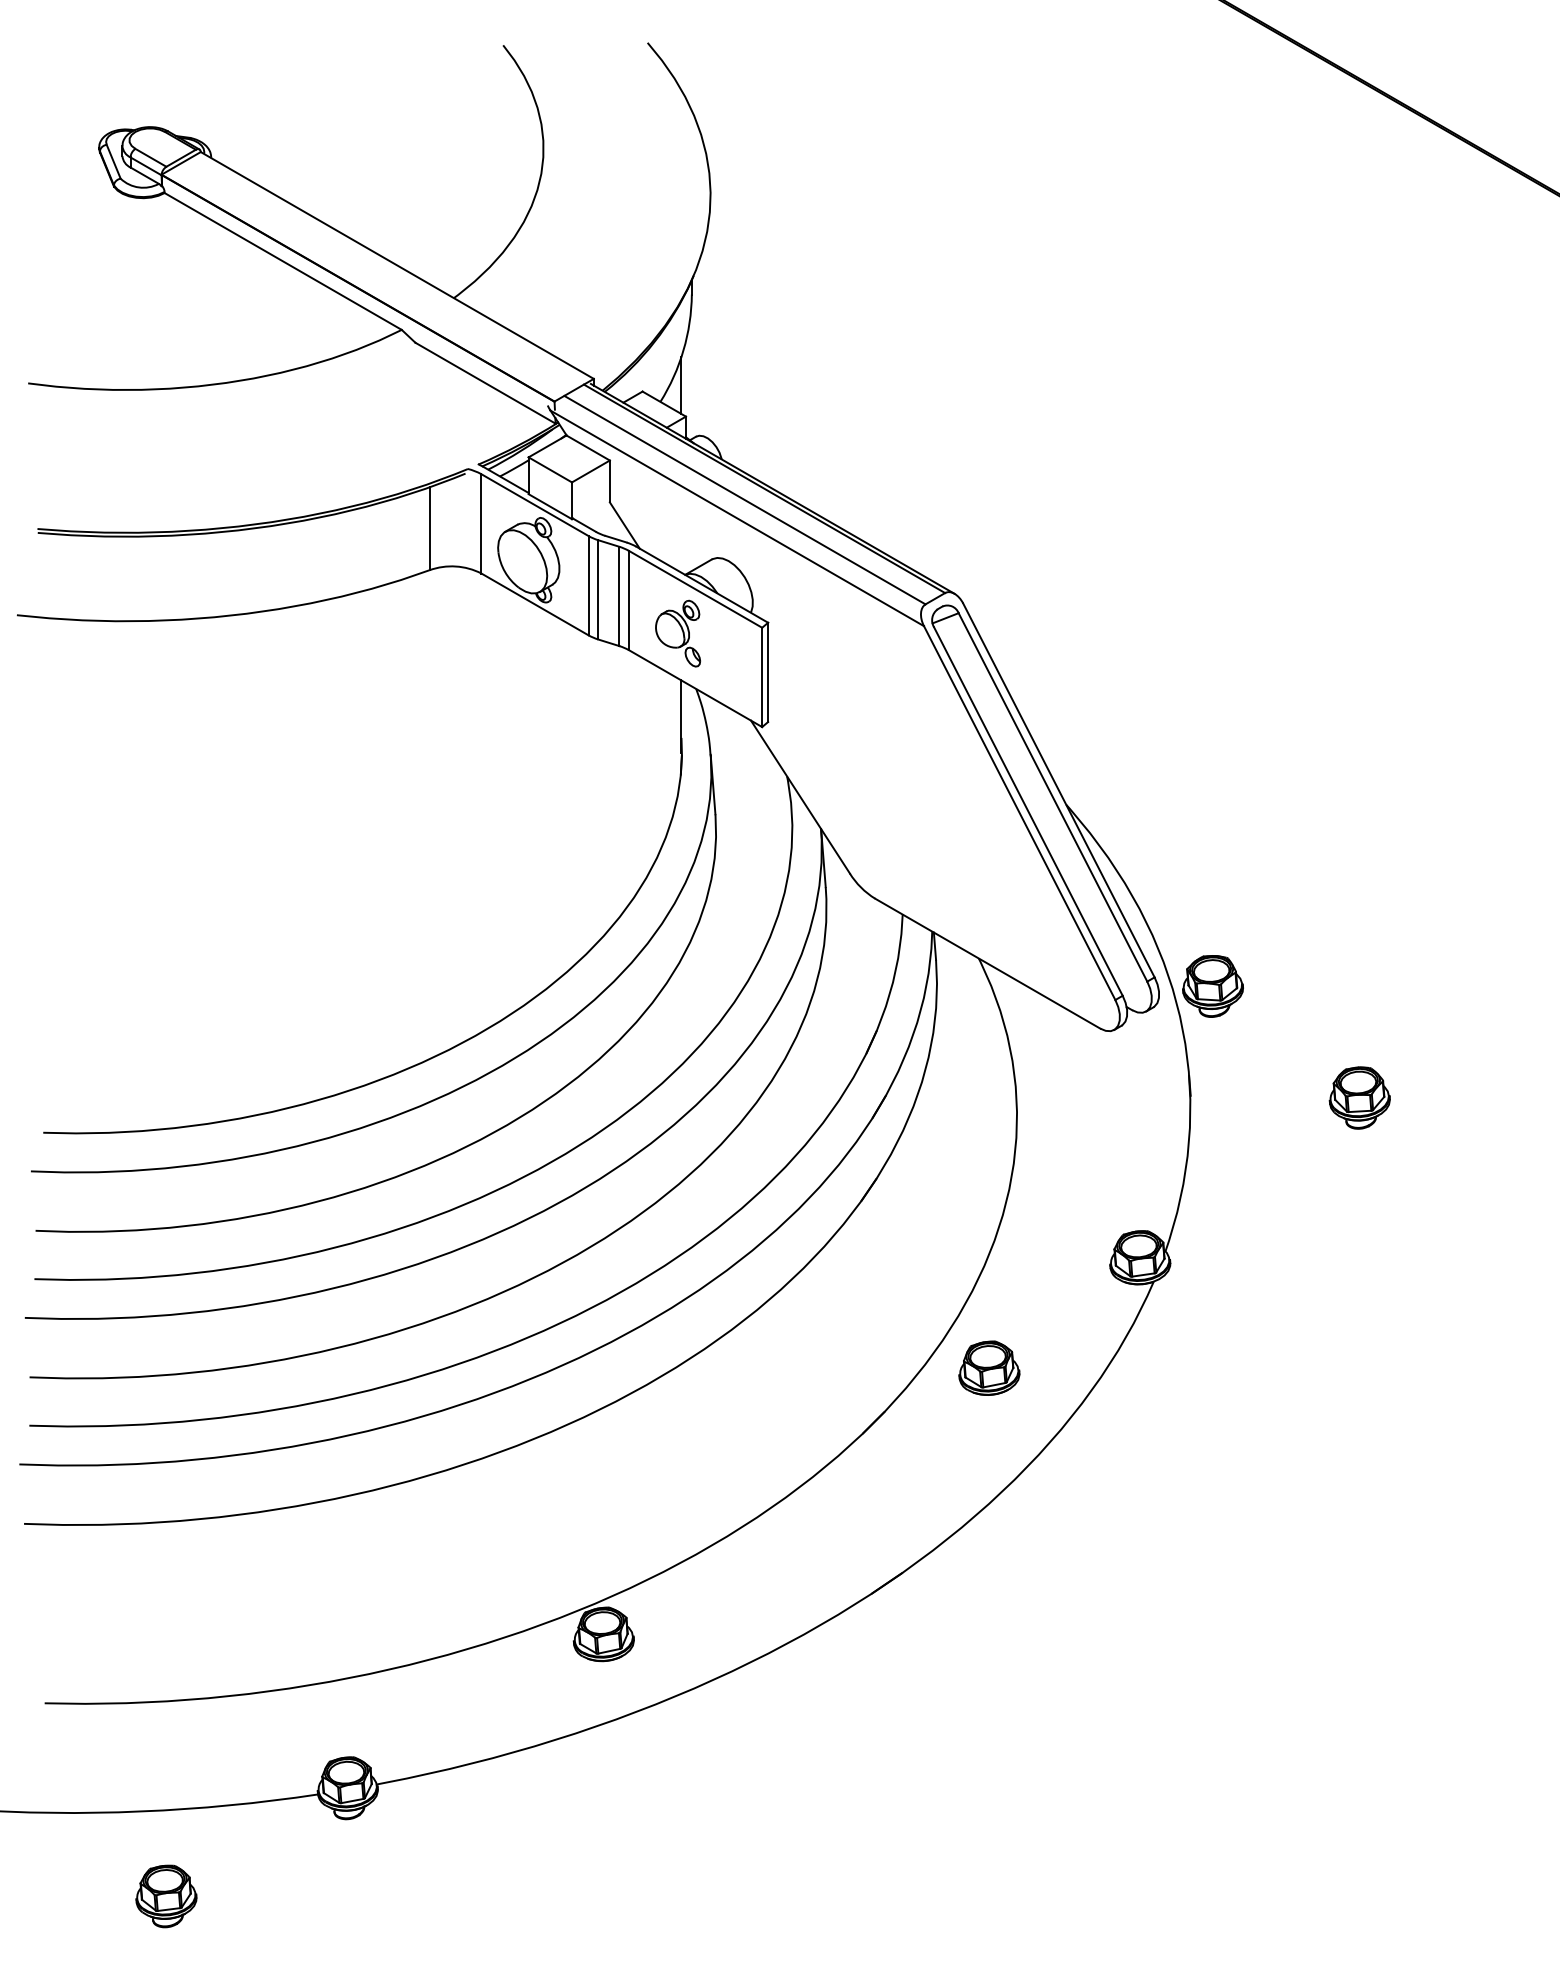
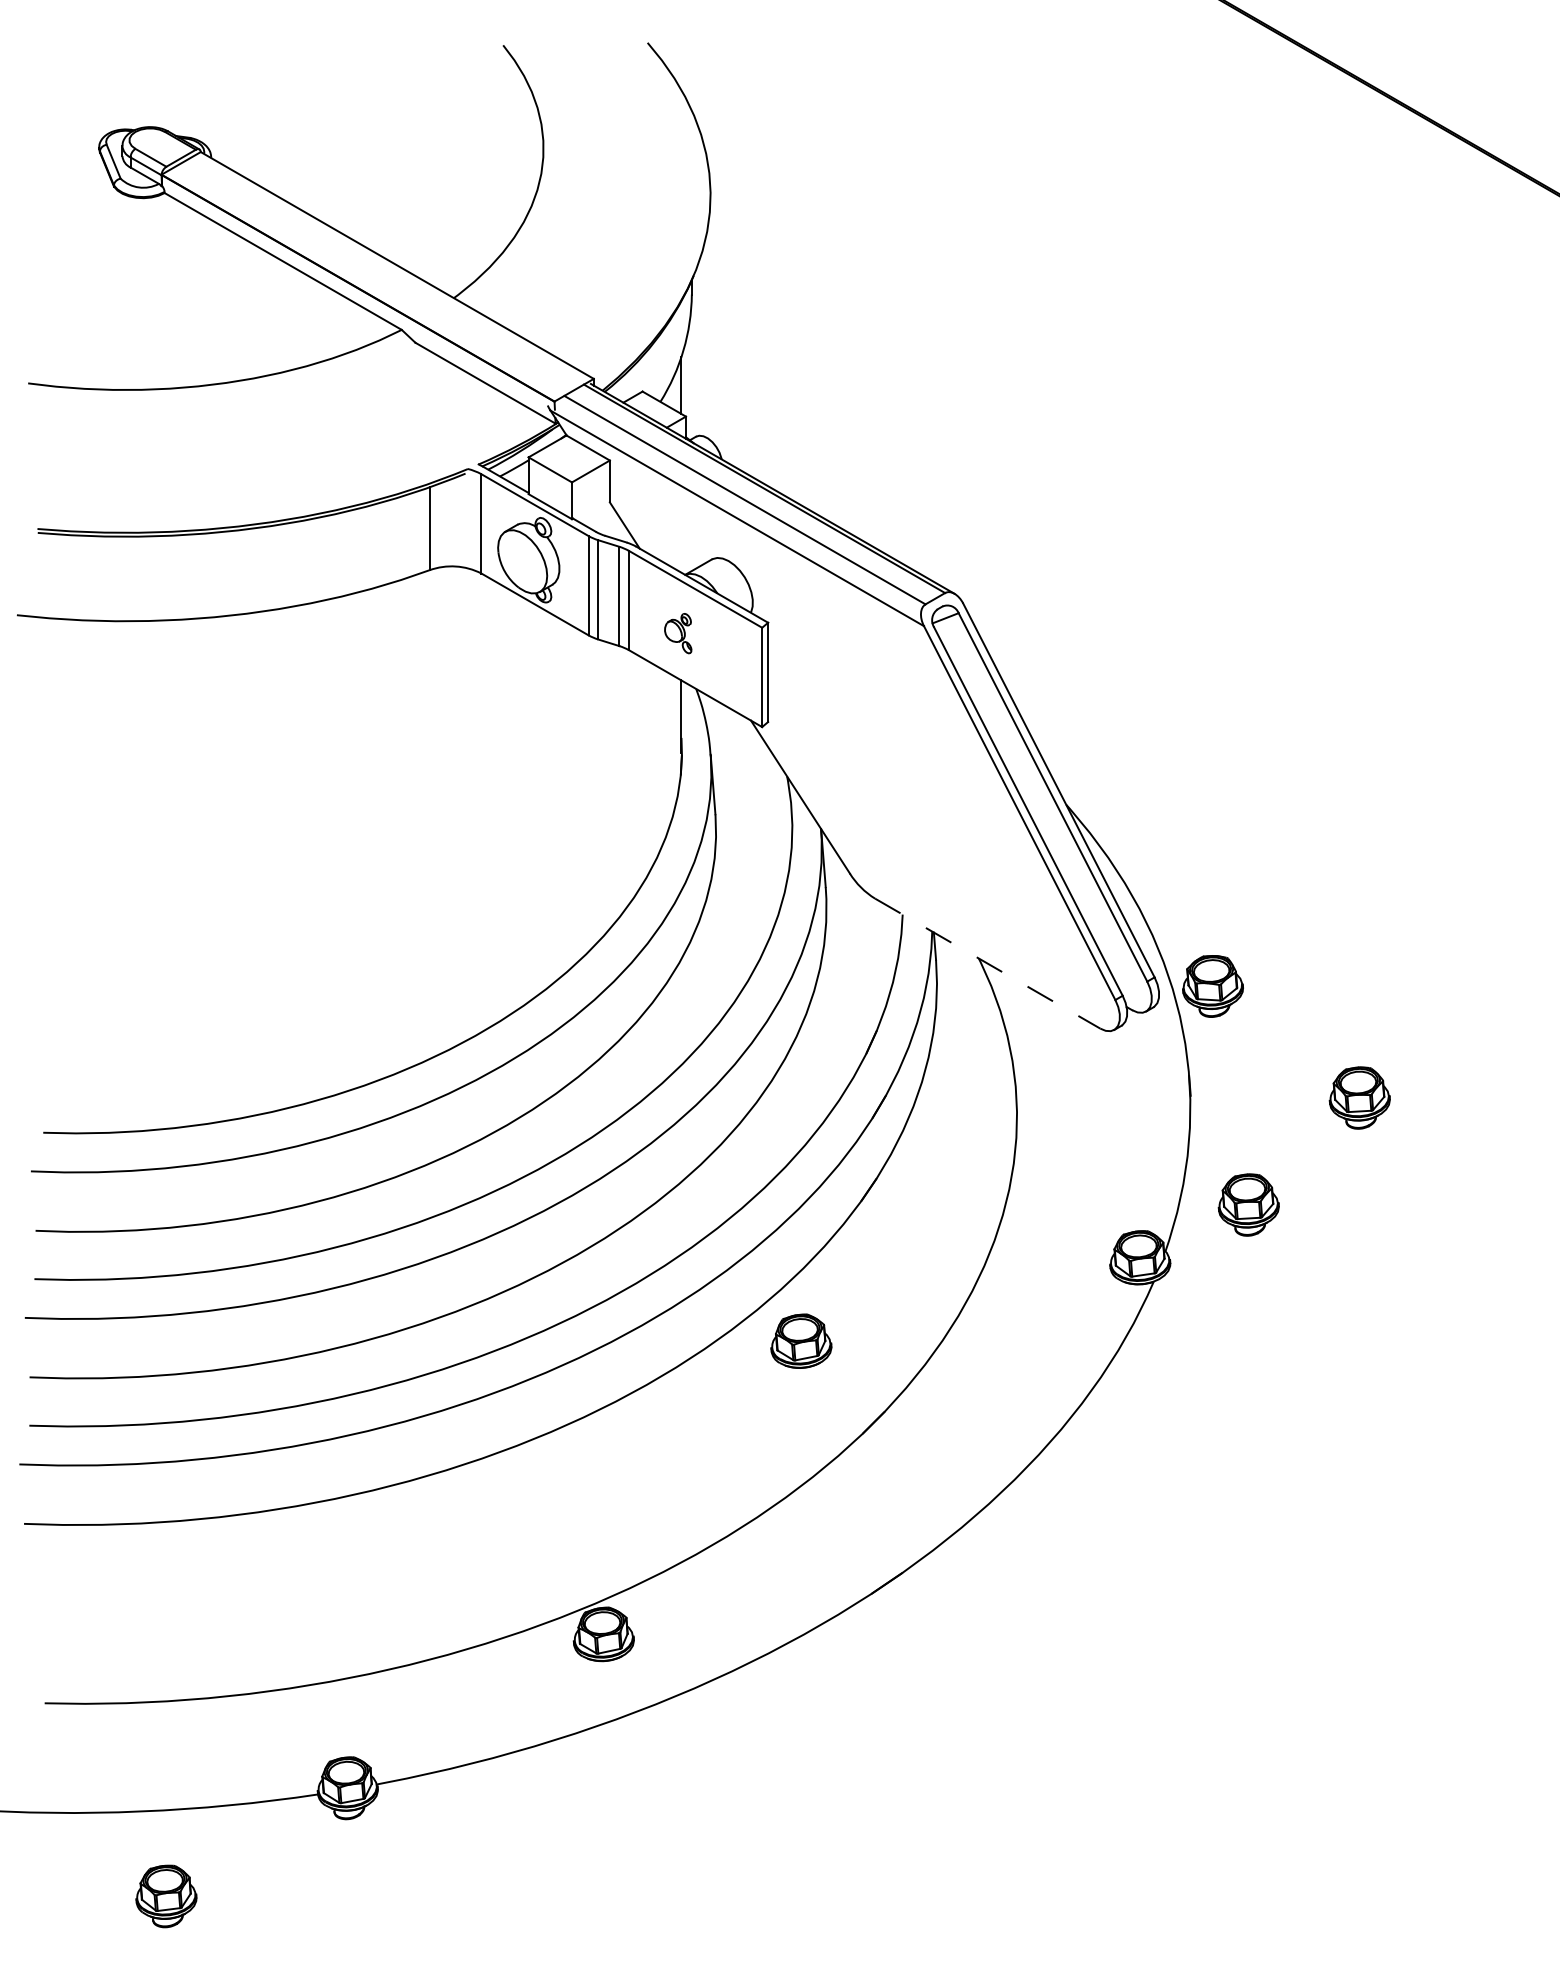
part at (678, 633) size: 47x69 px -> 29x42 px
line at (988, 963): solid -> dashed
part at (1248, 1204): none -> present
part at (989, 1367) position: (989, 1367) -> (801, 1340)
